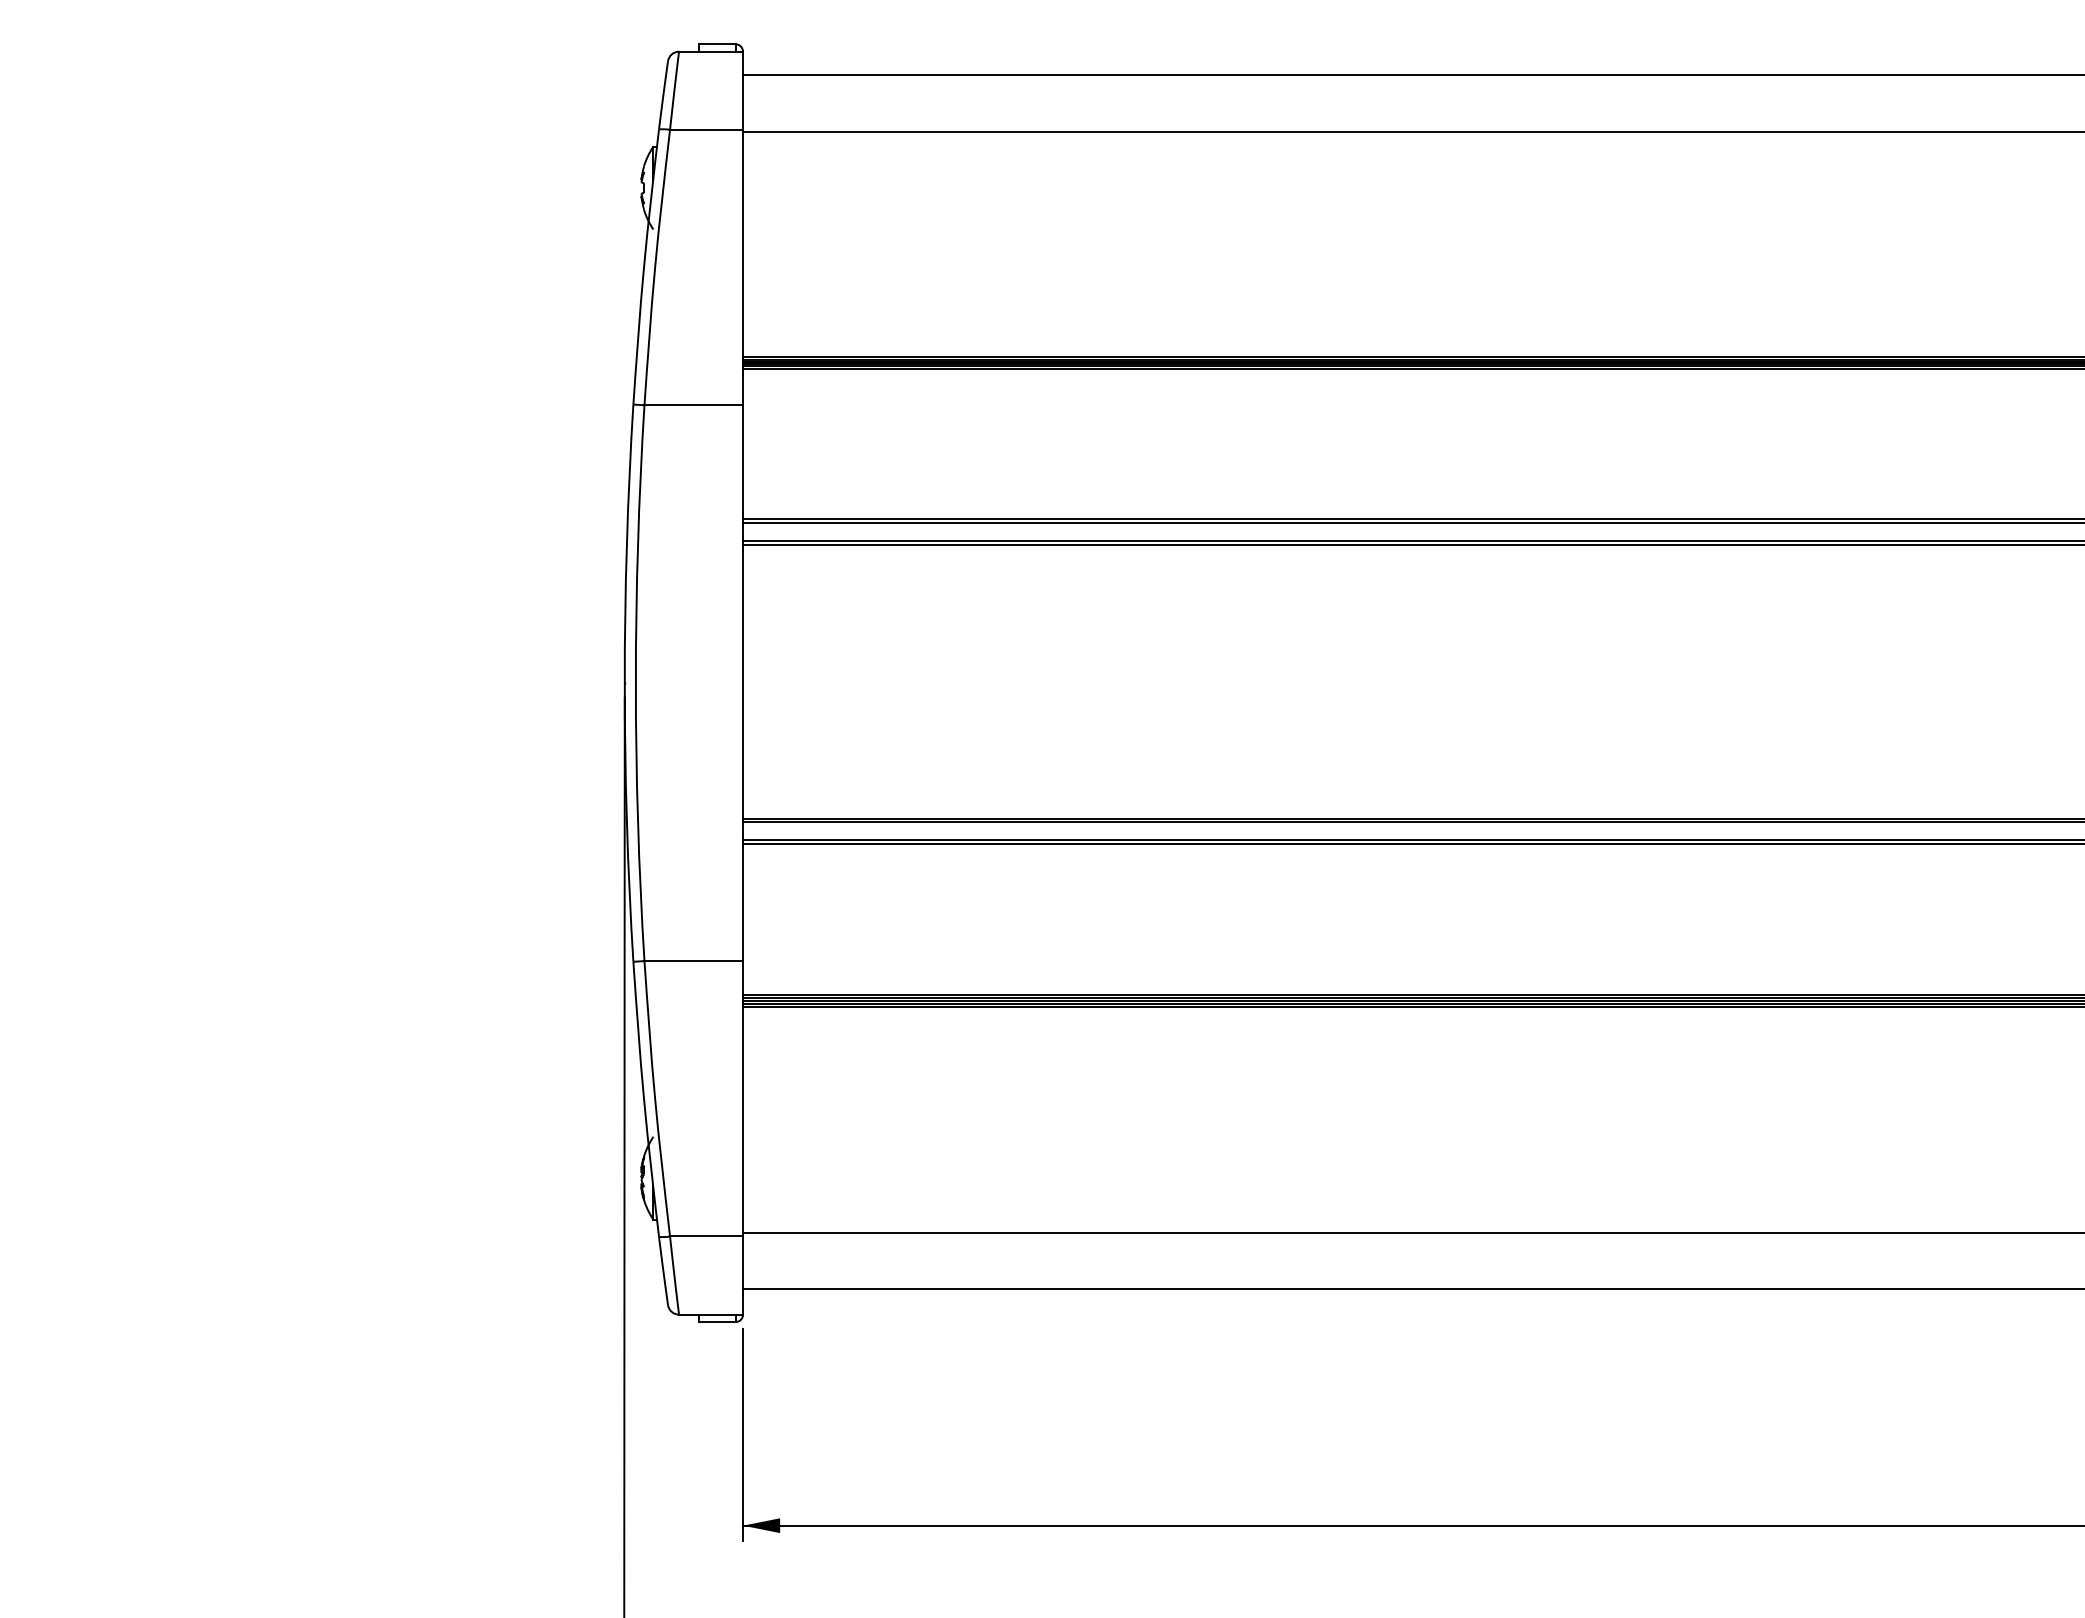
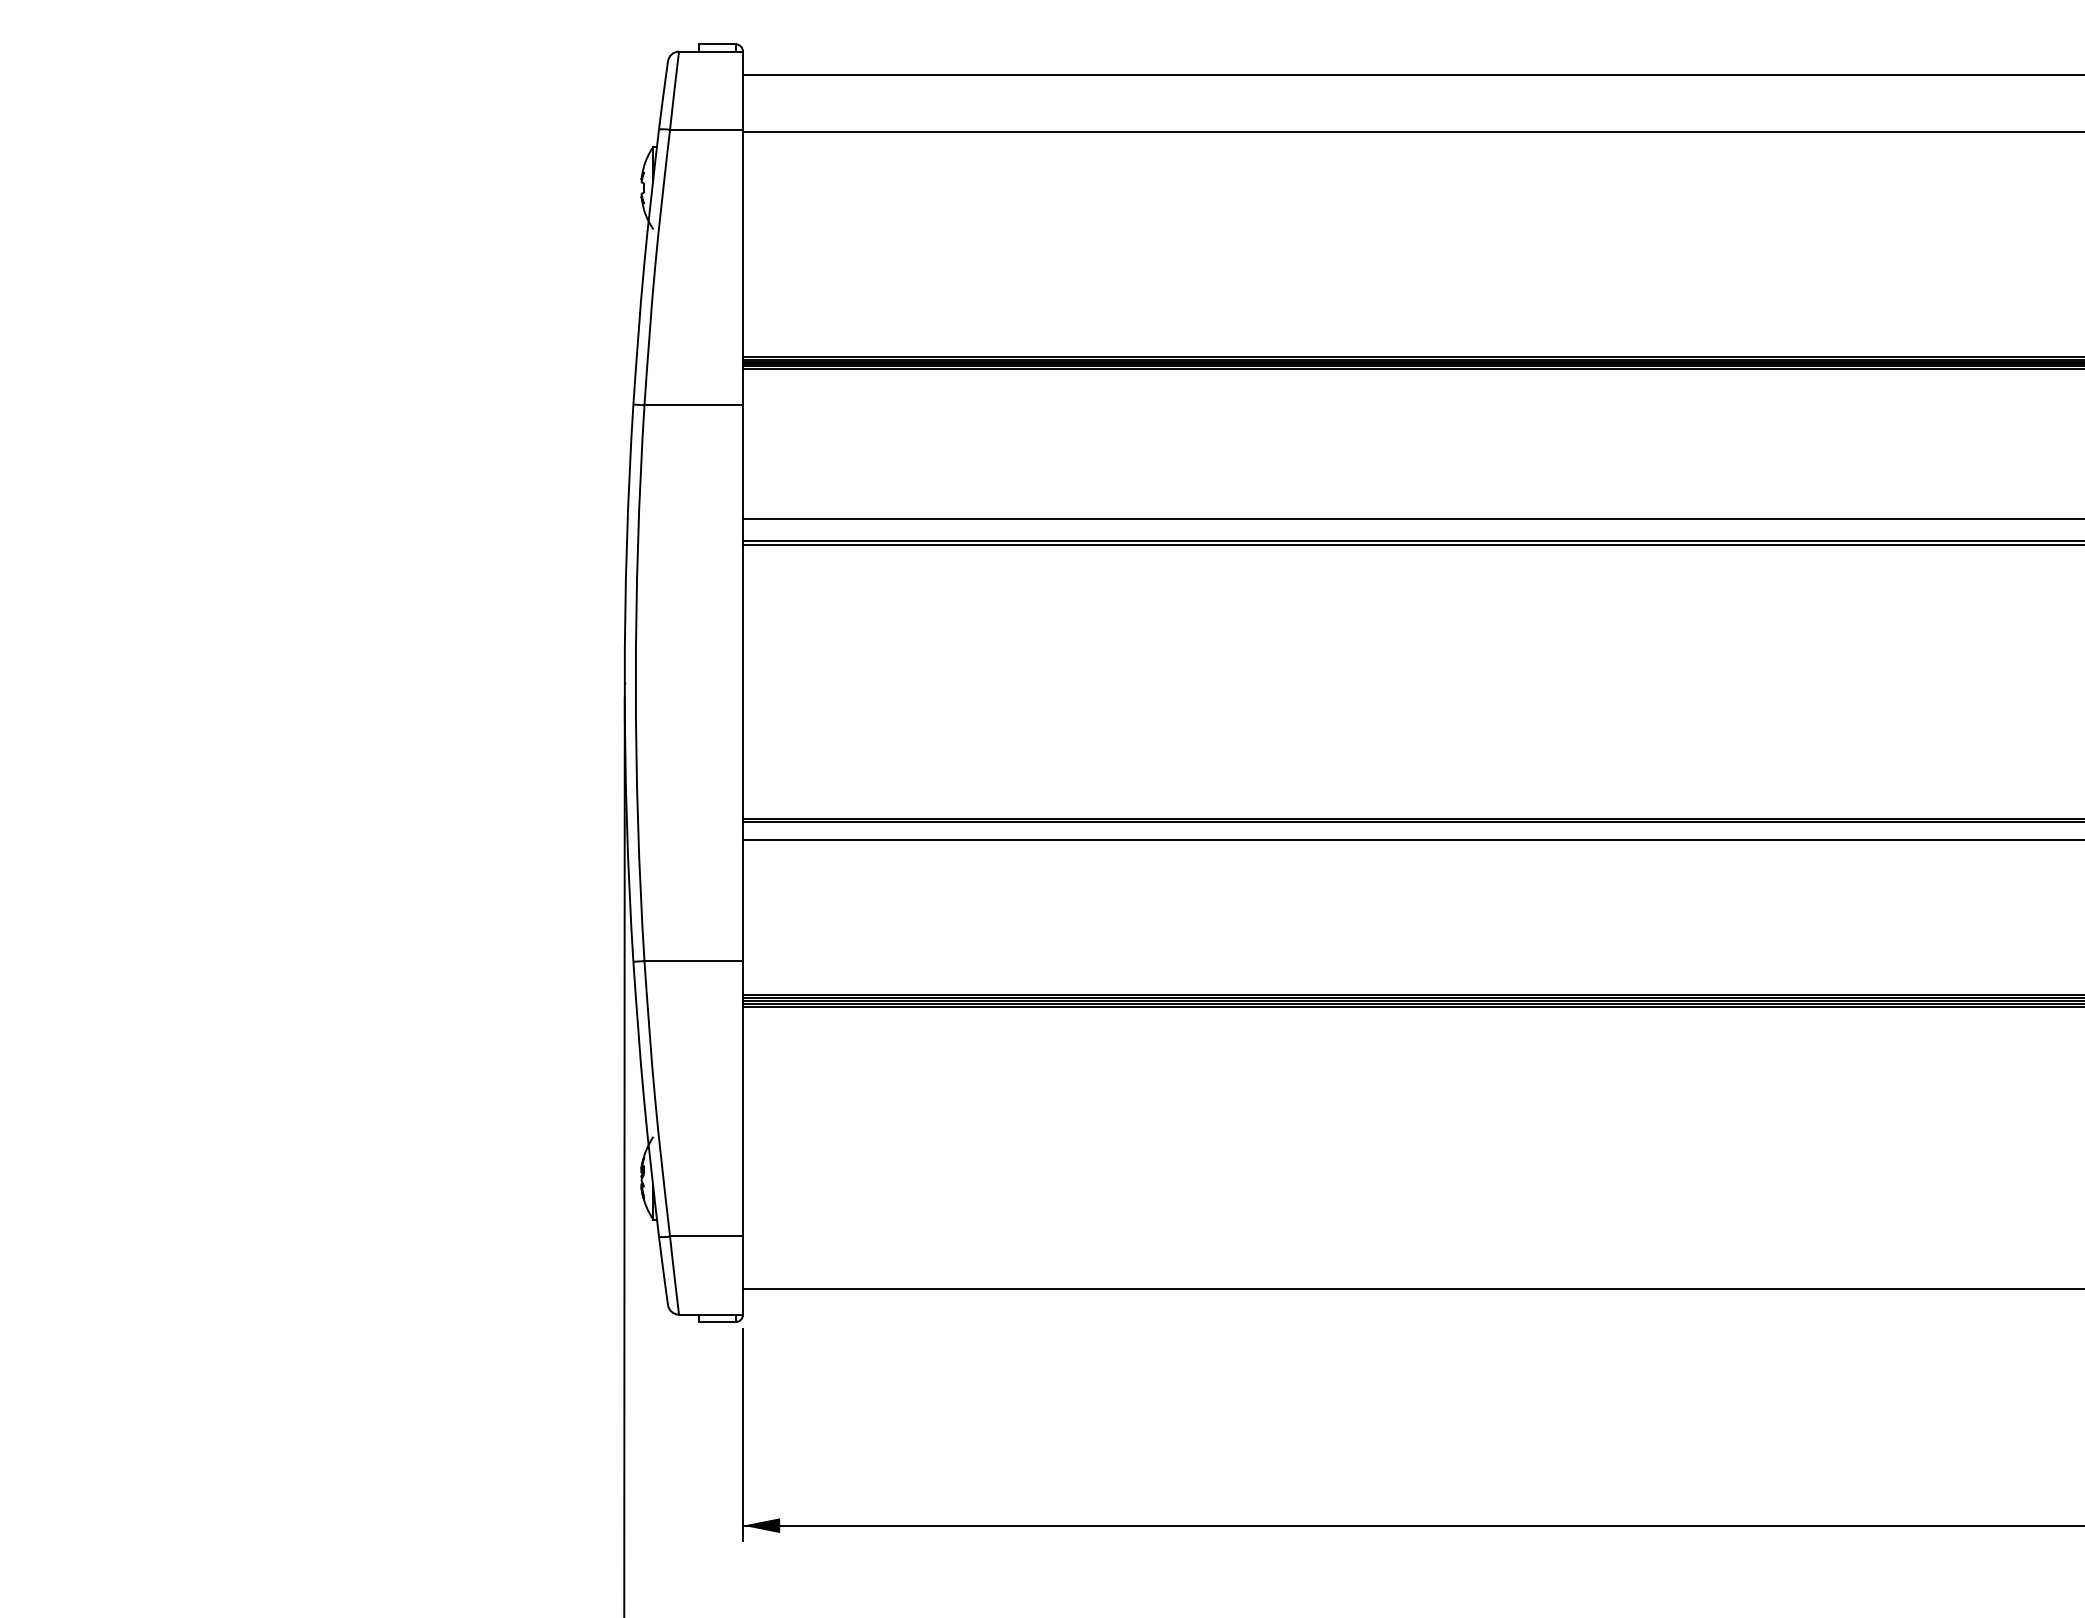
line at (1412, 523): present -> none
line at (1412, 843): present -> none
line at (1412, 1232): present -> none
